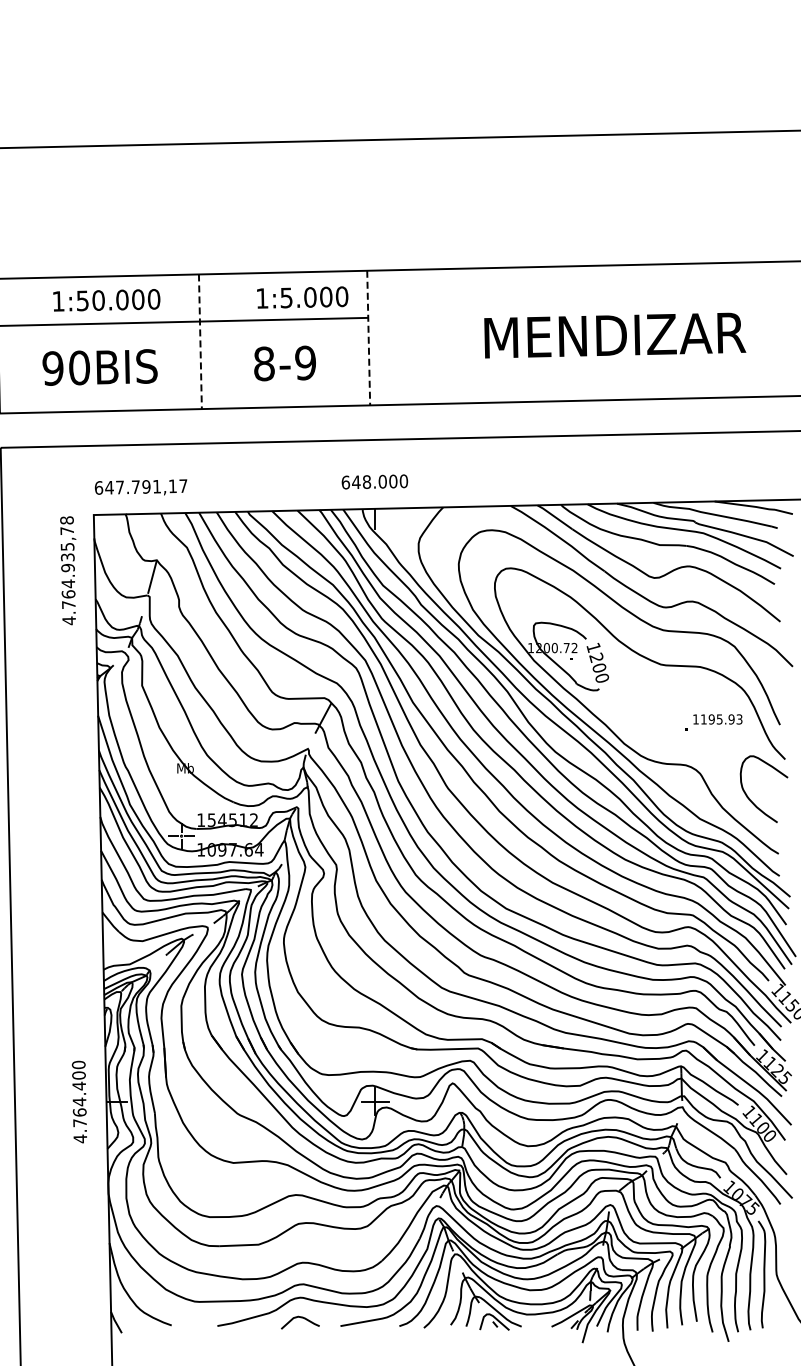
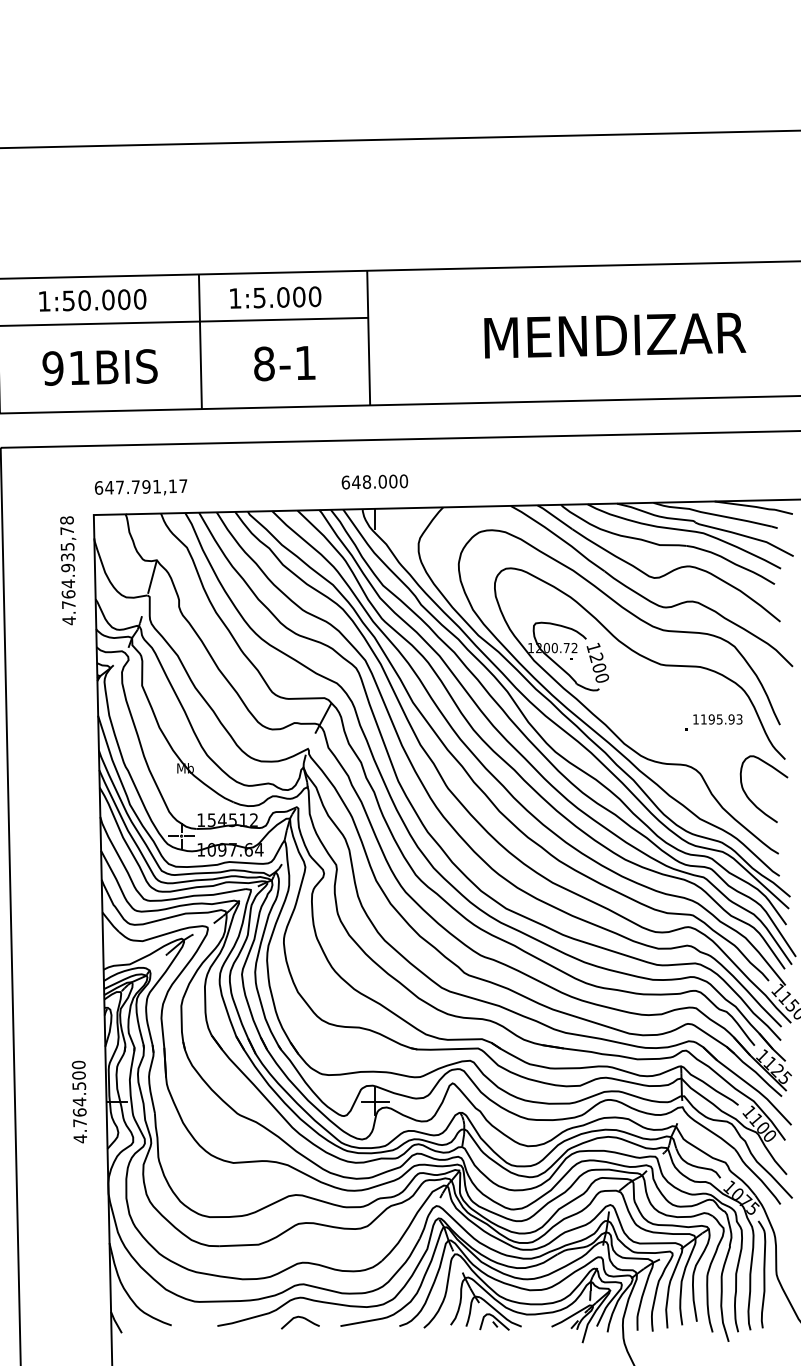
text at (302, 297) position: (302, 297) -> (275, 297)
text at (106, 300) position: (106, 300) -> (92, 300)
line at (368, 338): dashed -> solid
line at (200, 342): dashed -> solid
text at (305, 362): 8-9 -> 8-1
text at (79, 367): 90BIS -> 91BIS
text at (79, 1085): 4.764.400 -> 4.764.500
